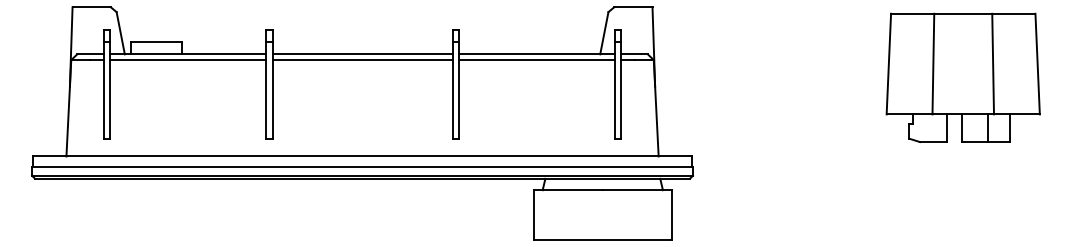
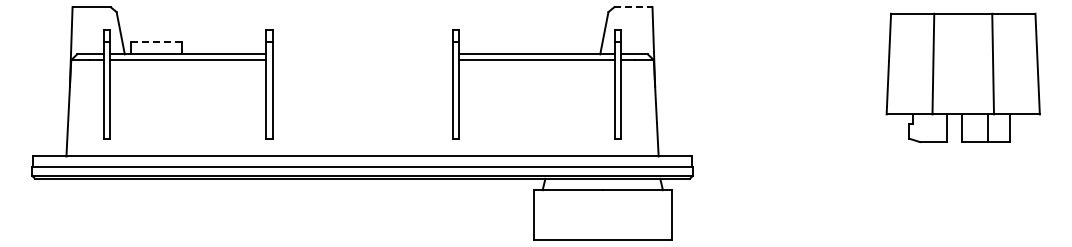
line at (633, 7): solid -> dashed
line at (156, 42): solid -> dashed
line at (362, 54): present -> none
line at (362, 60): present -> none
